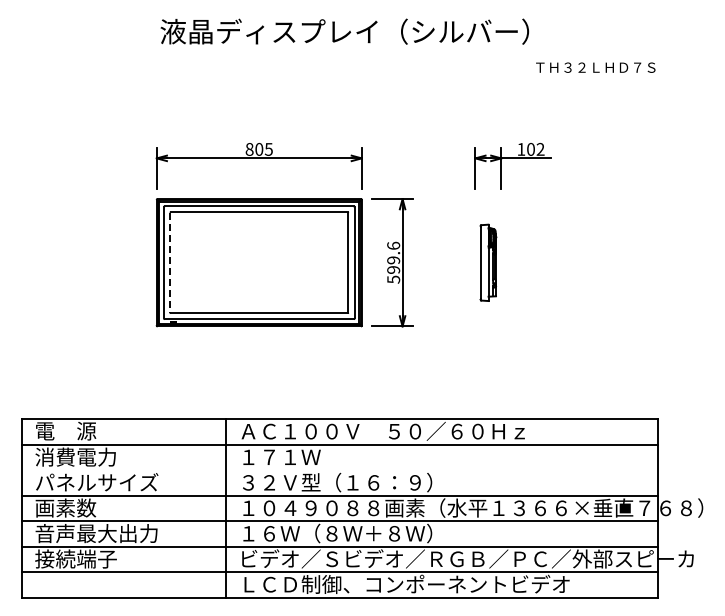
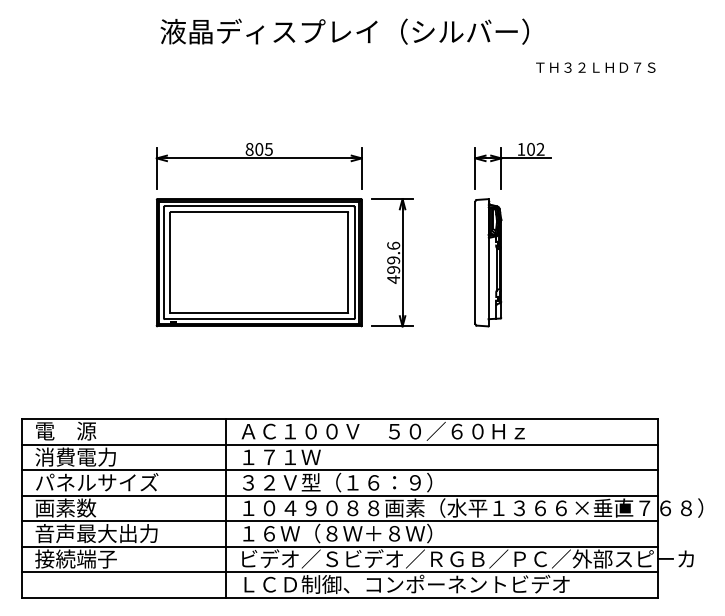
line at (170, 262): dashed -> solid
part at (488, 262) size: 19x79 px -> 29x130 px
text at (393, 279): 599.6 -> 499.6
line at (339, 470): none -> present
